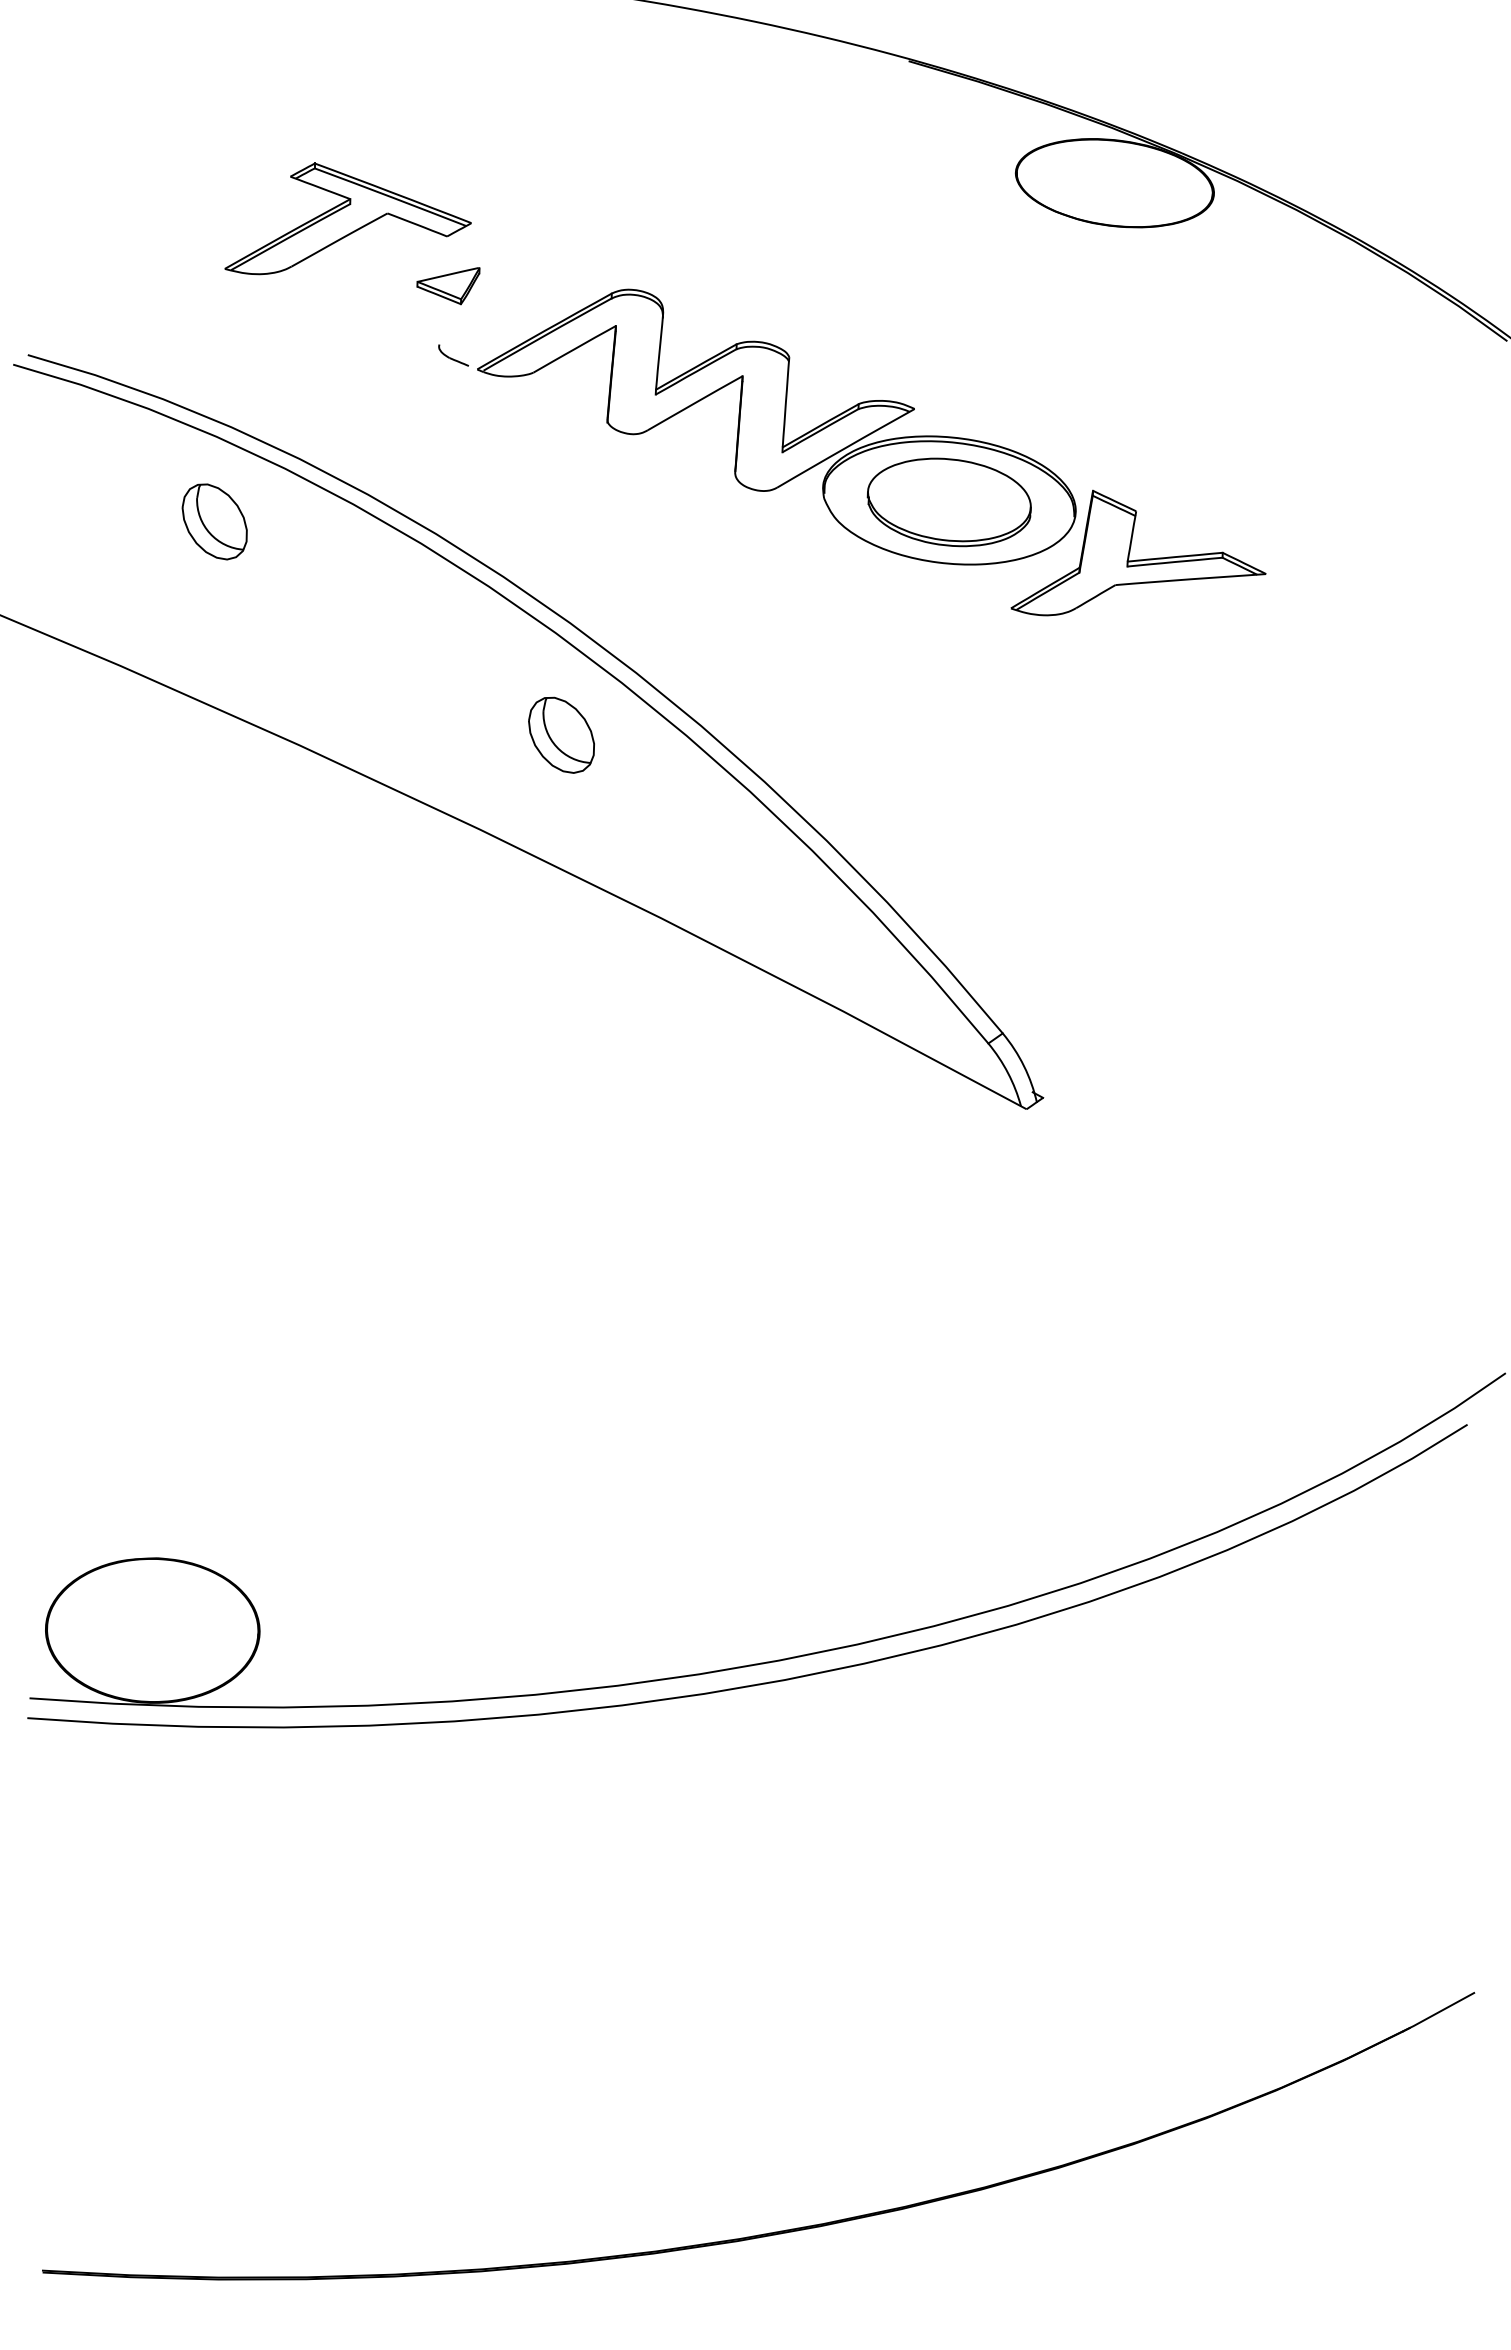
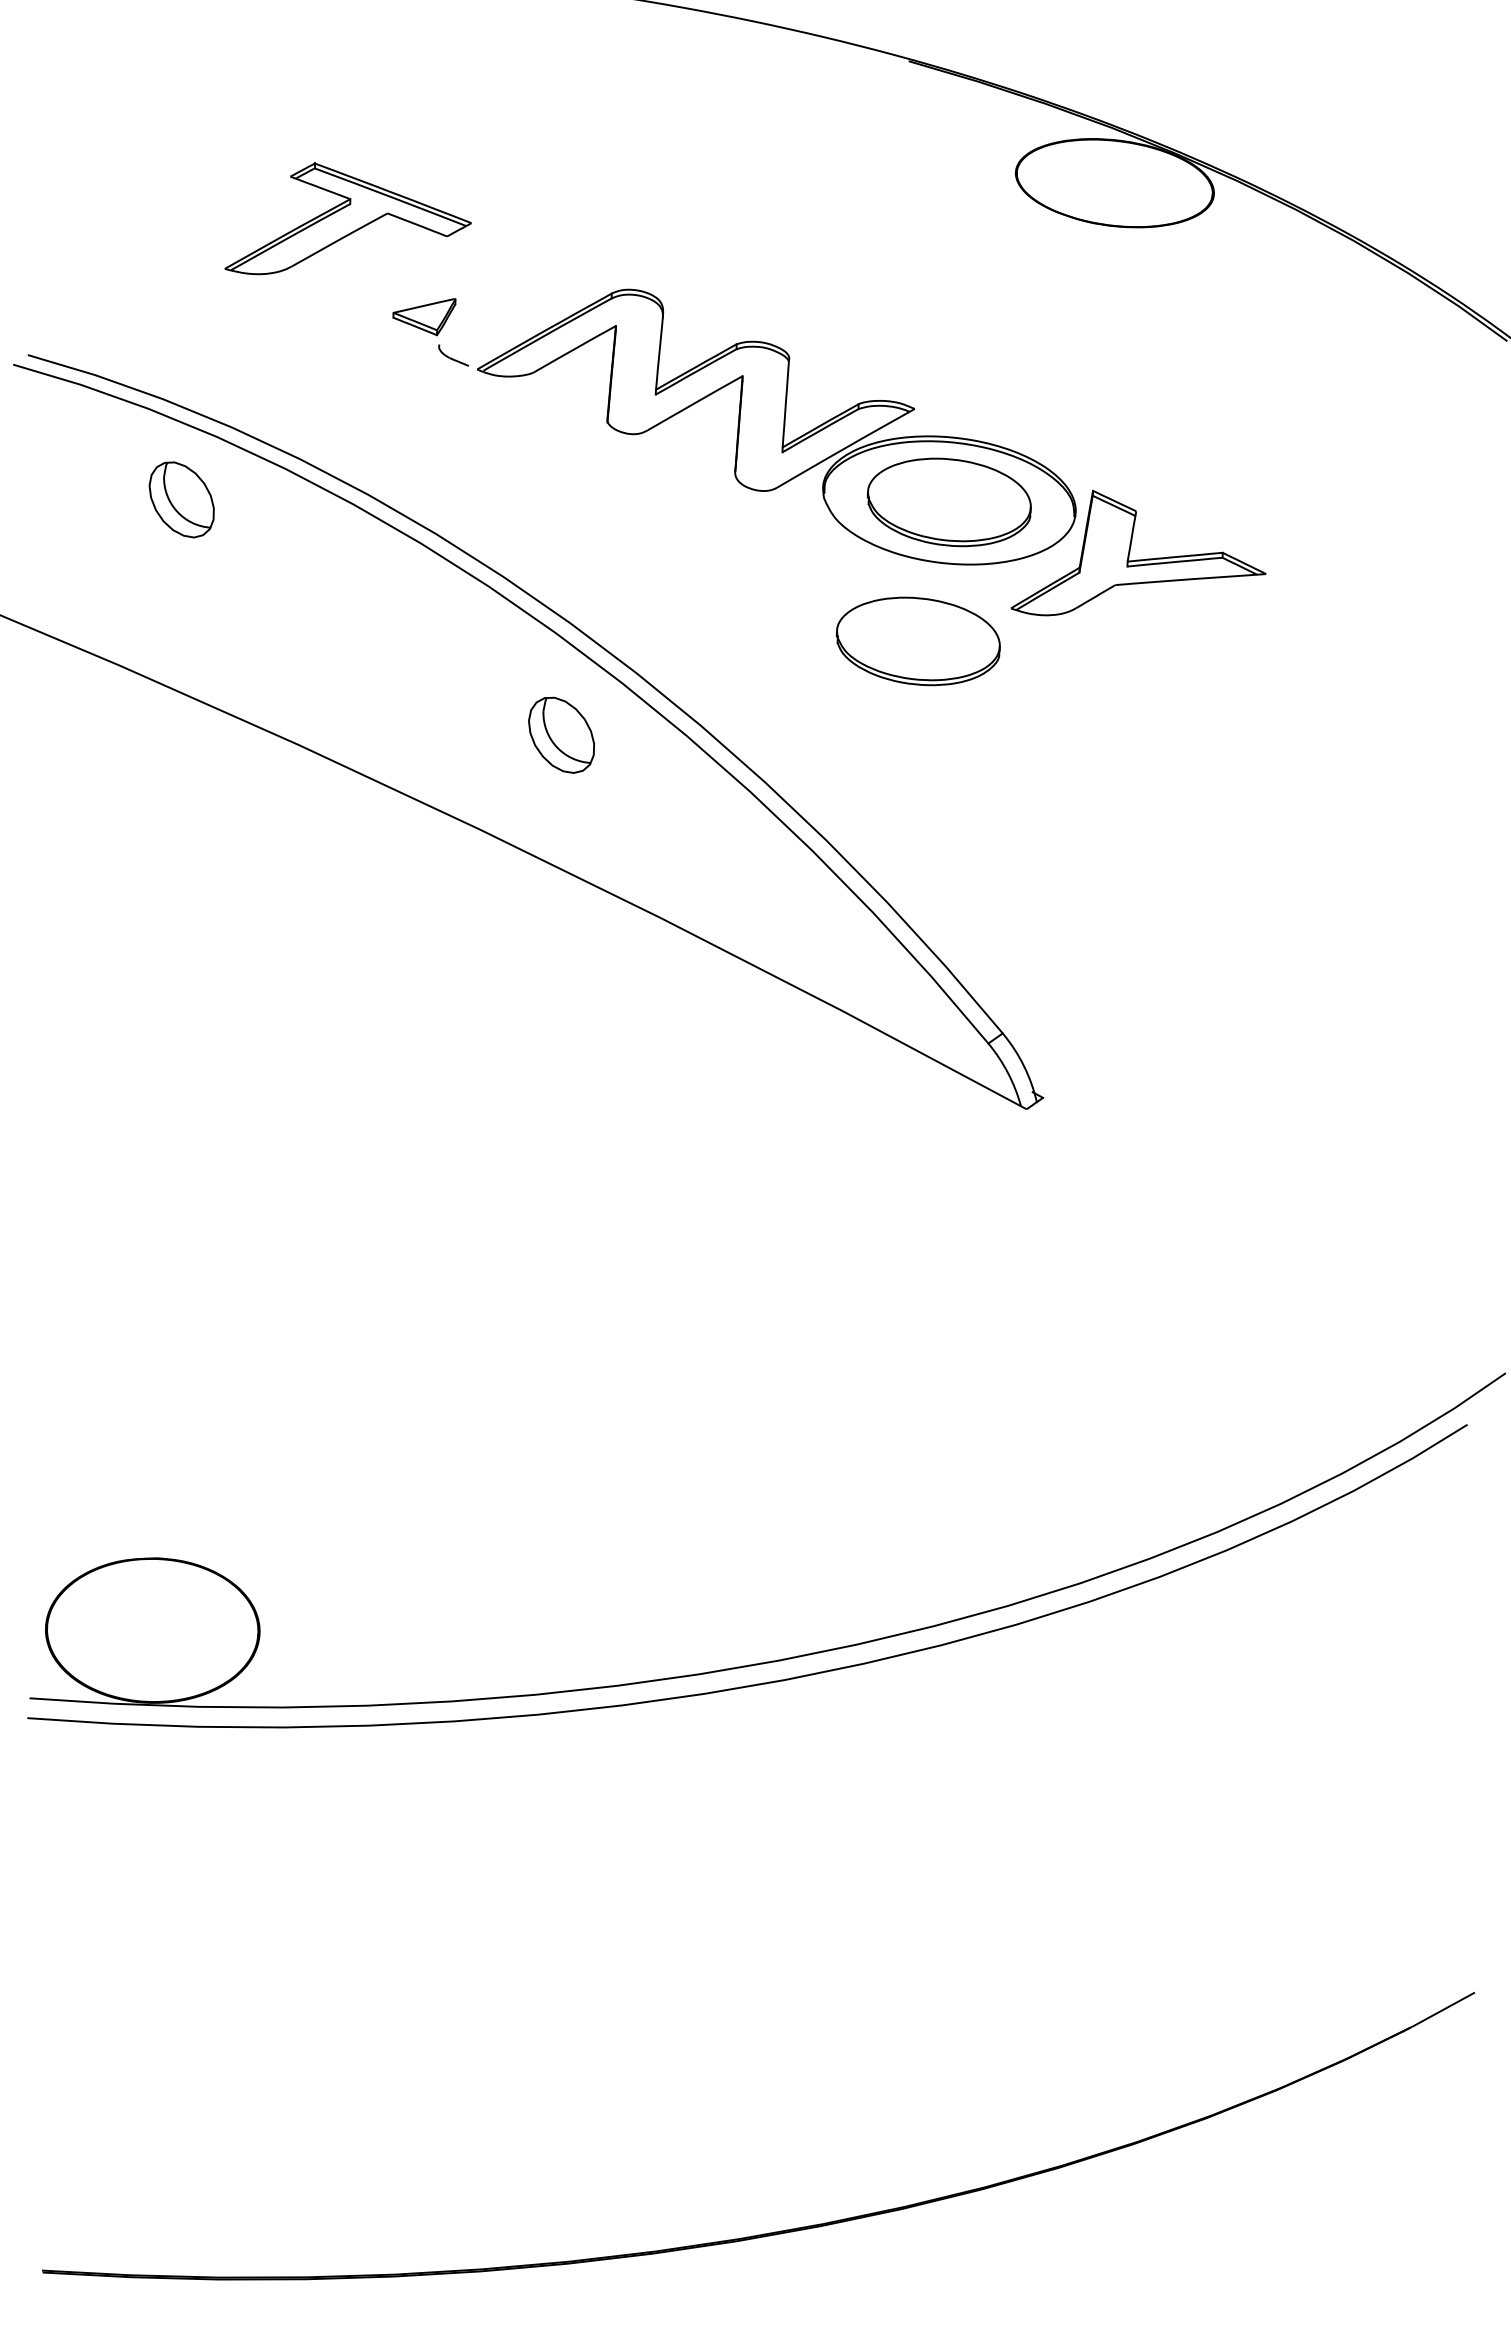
part at (448, 286) position: (448, 286) -> (424, 317)
part at (214, 521) position: (214, 521) -> (181, 499)
part at (917, 641): none -> present
